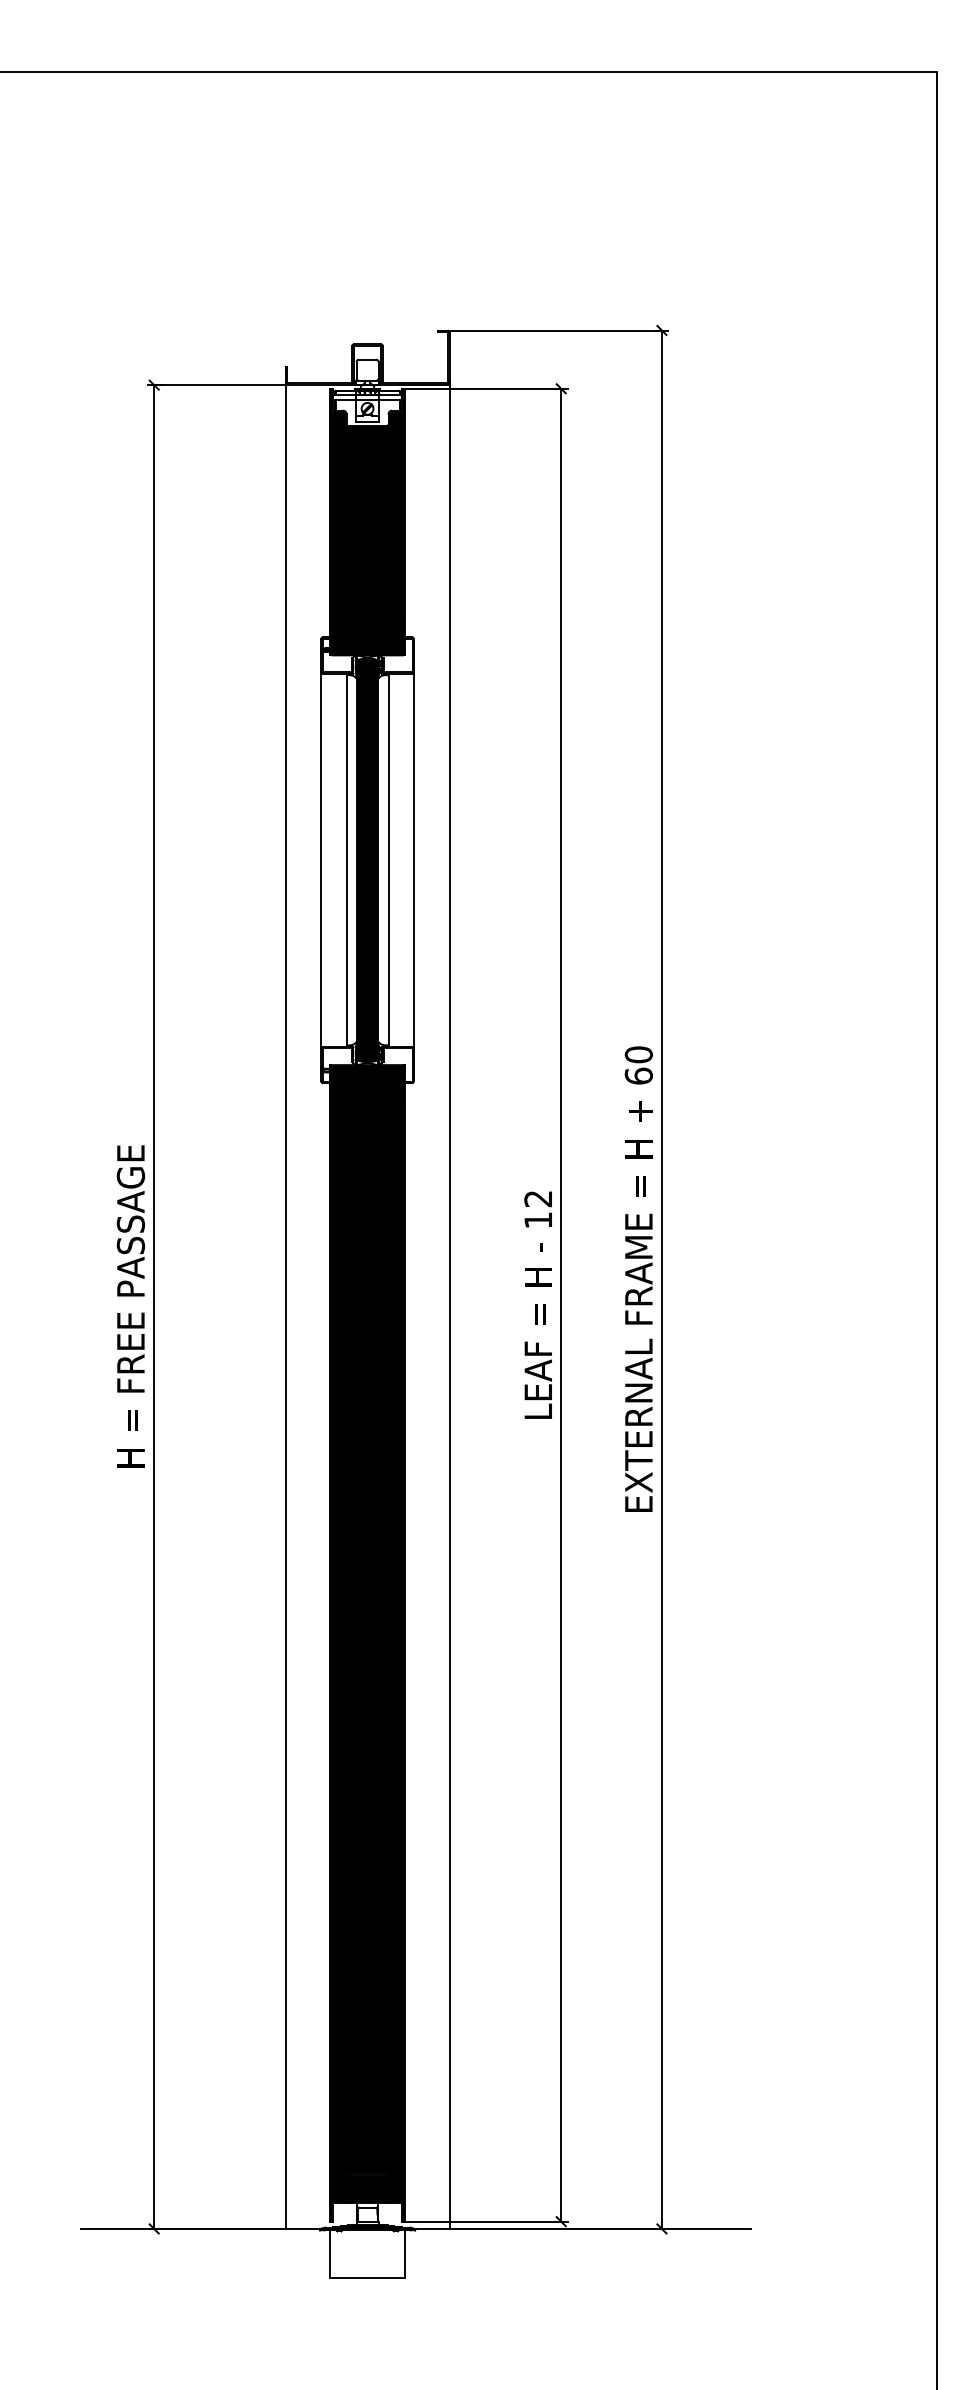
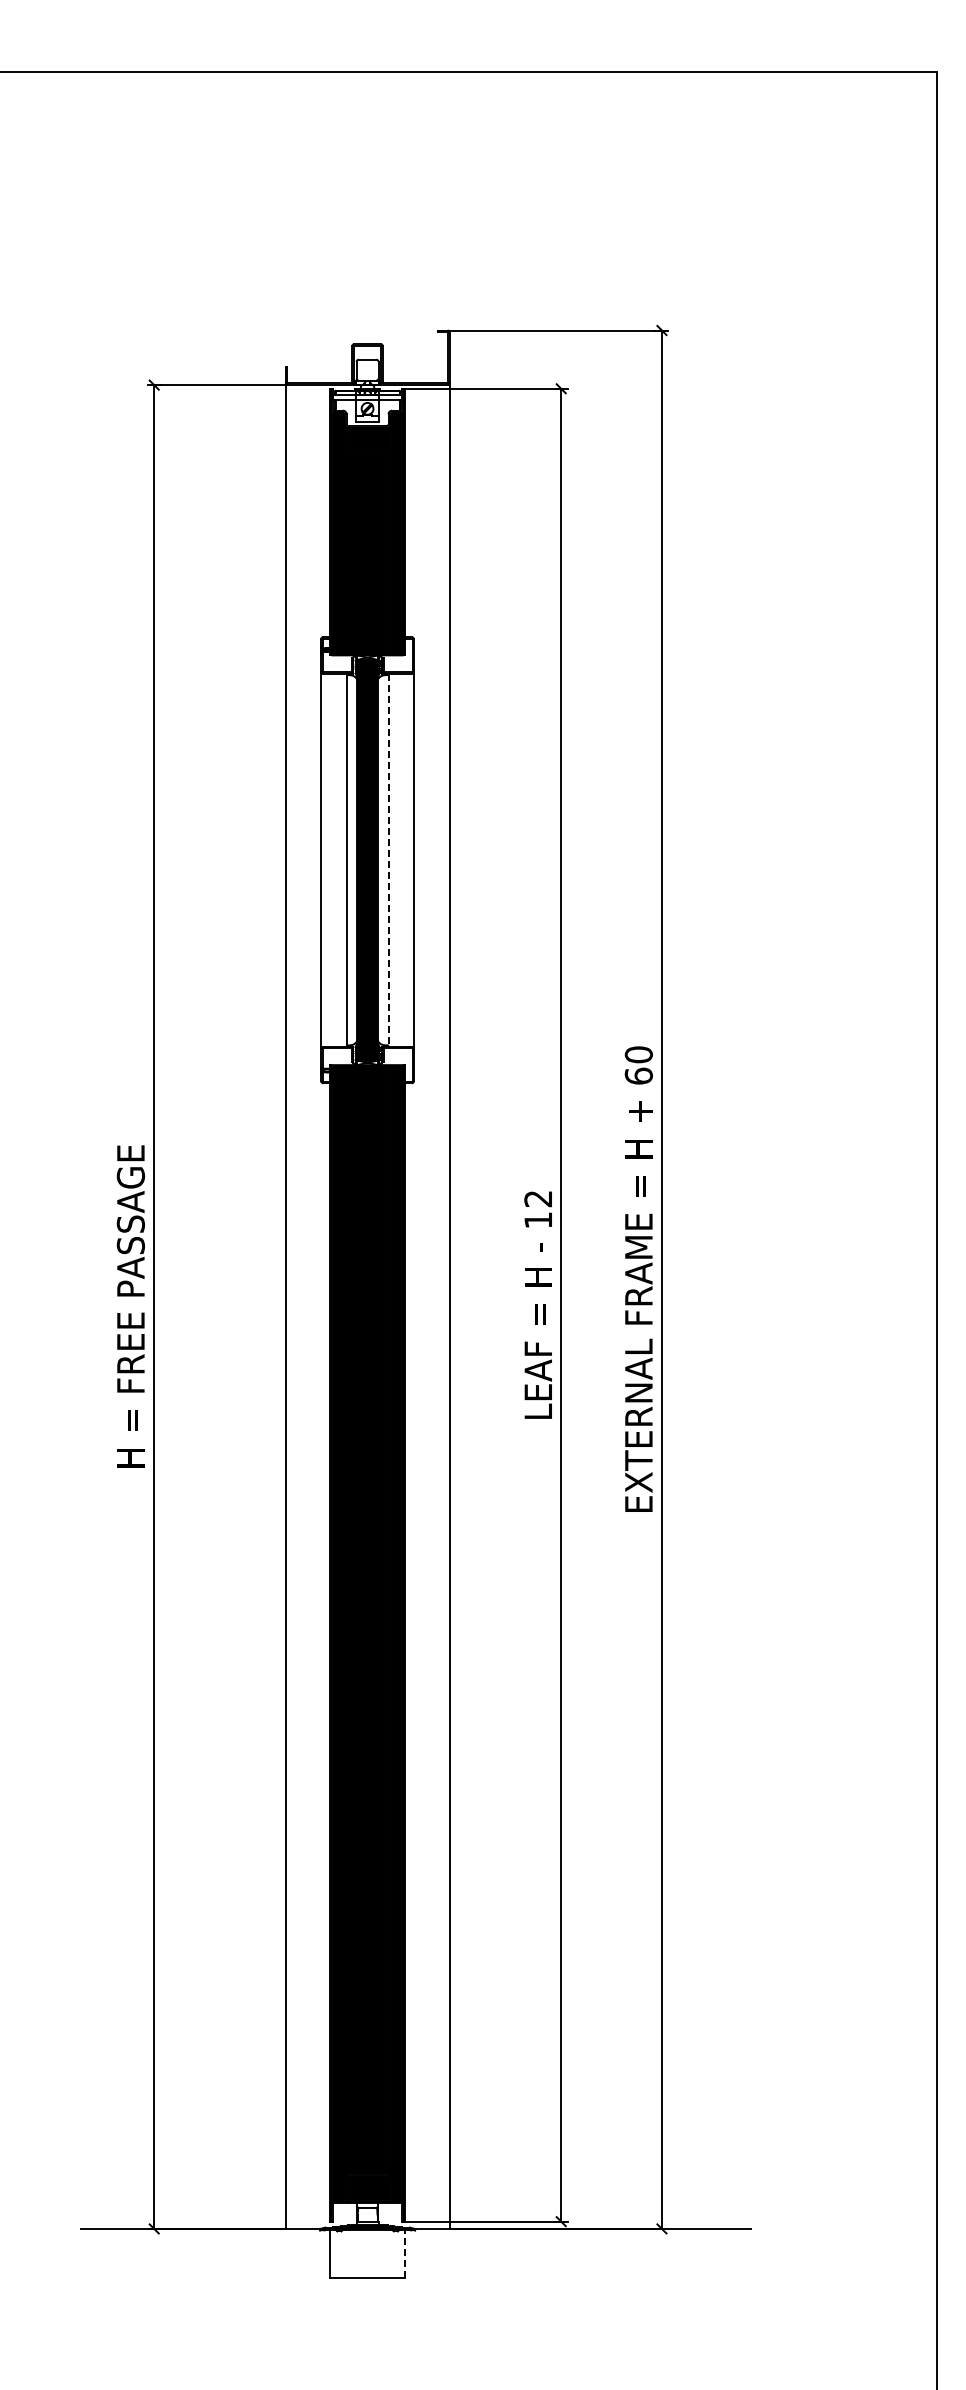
line at (388, 860): solid -> dashed
line at (404, 2254): solid -> dashed
